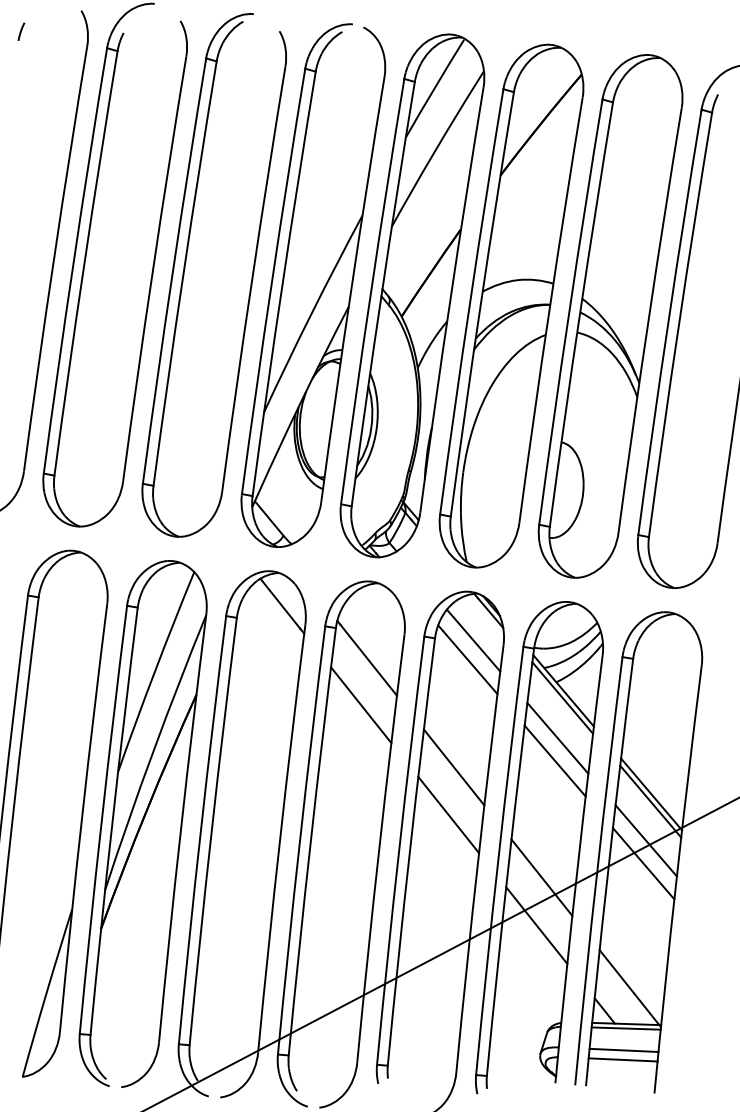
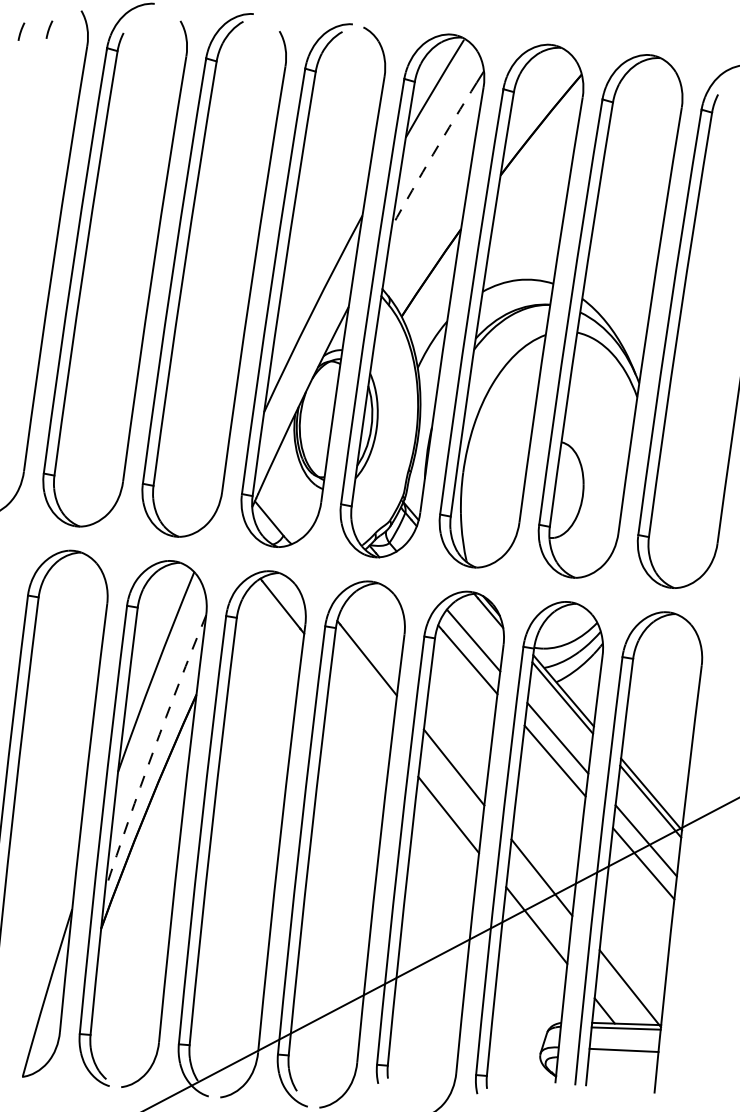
line at (49, 29): none -> present
arc at (433, 154): solid -> dashed
line at (361, 705): present -> none
arc at (153, 751): solid -> dashed
line at (622, 1059): present -> none
